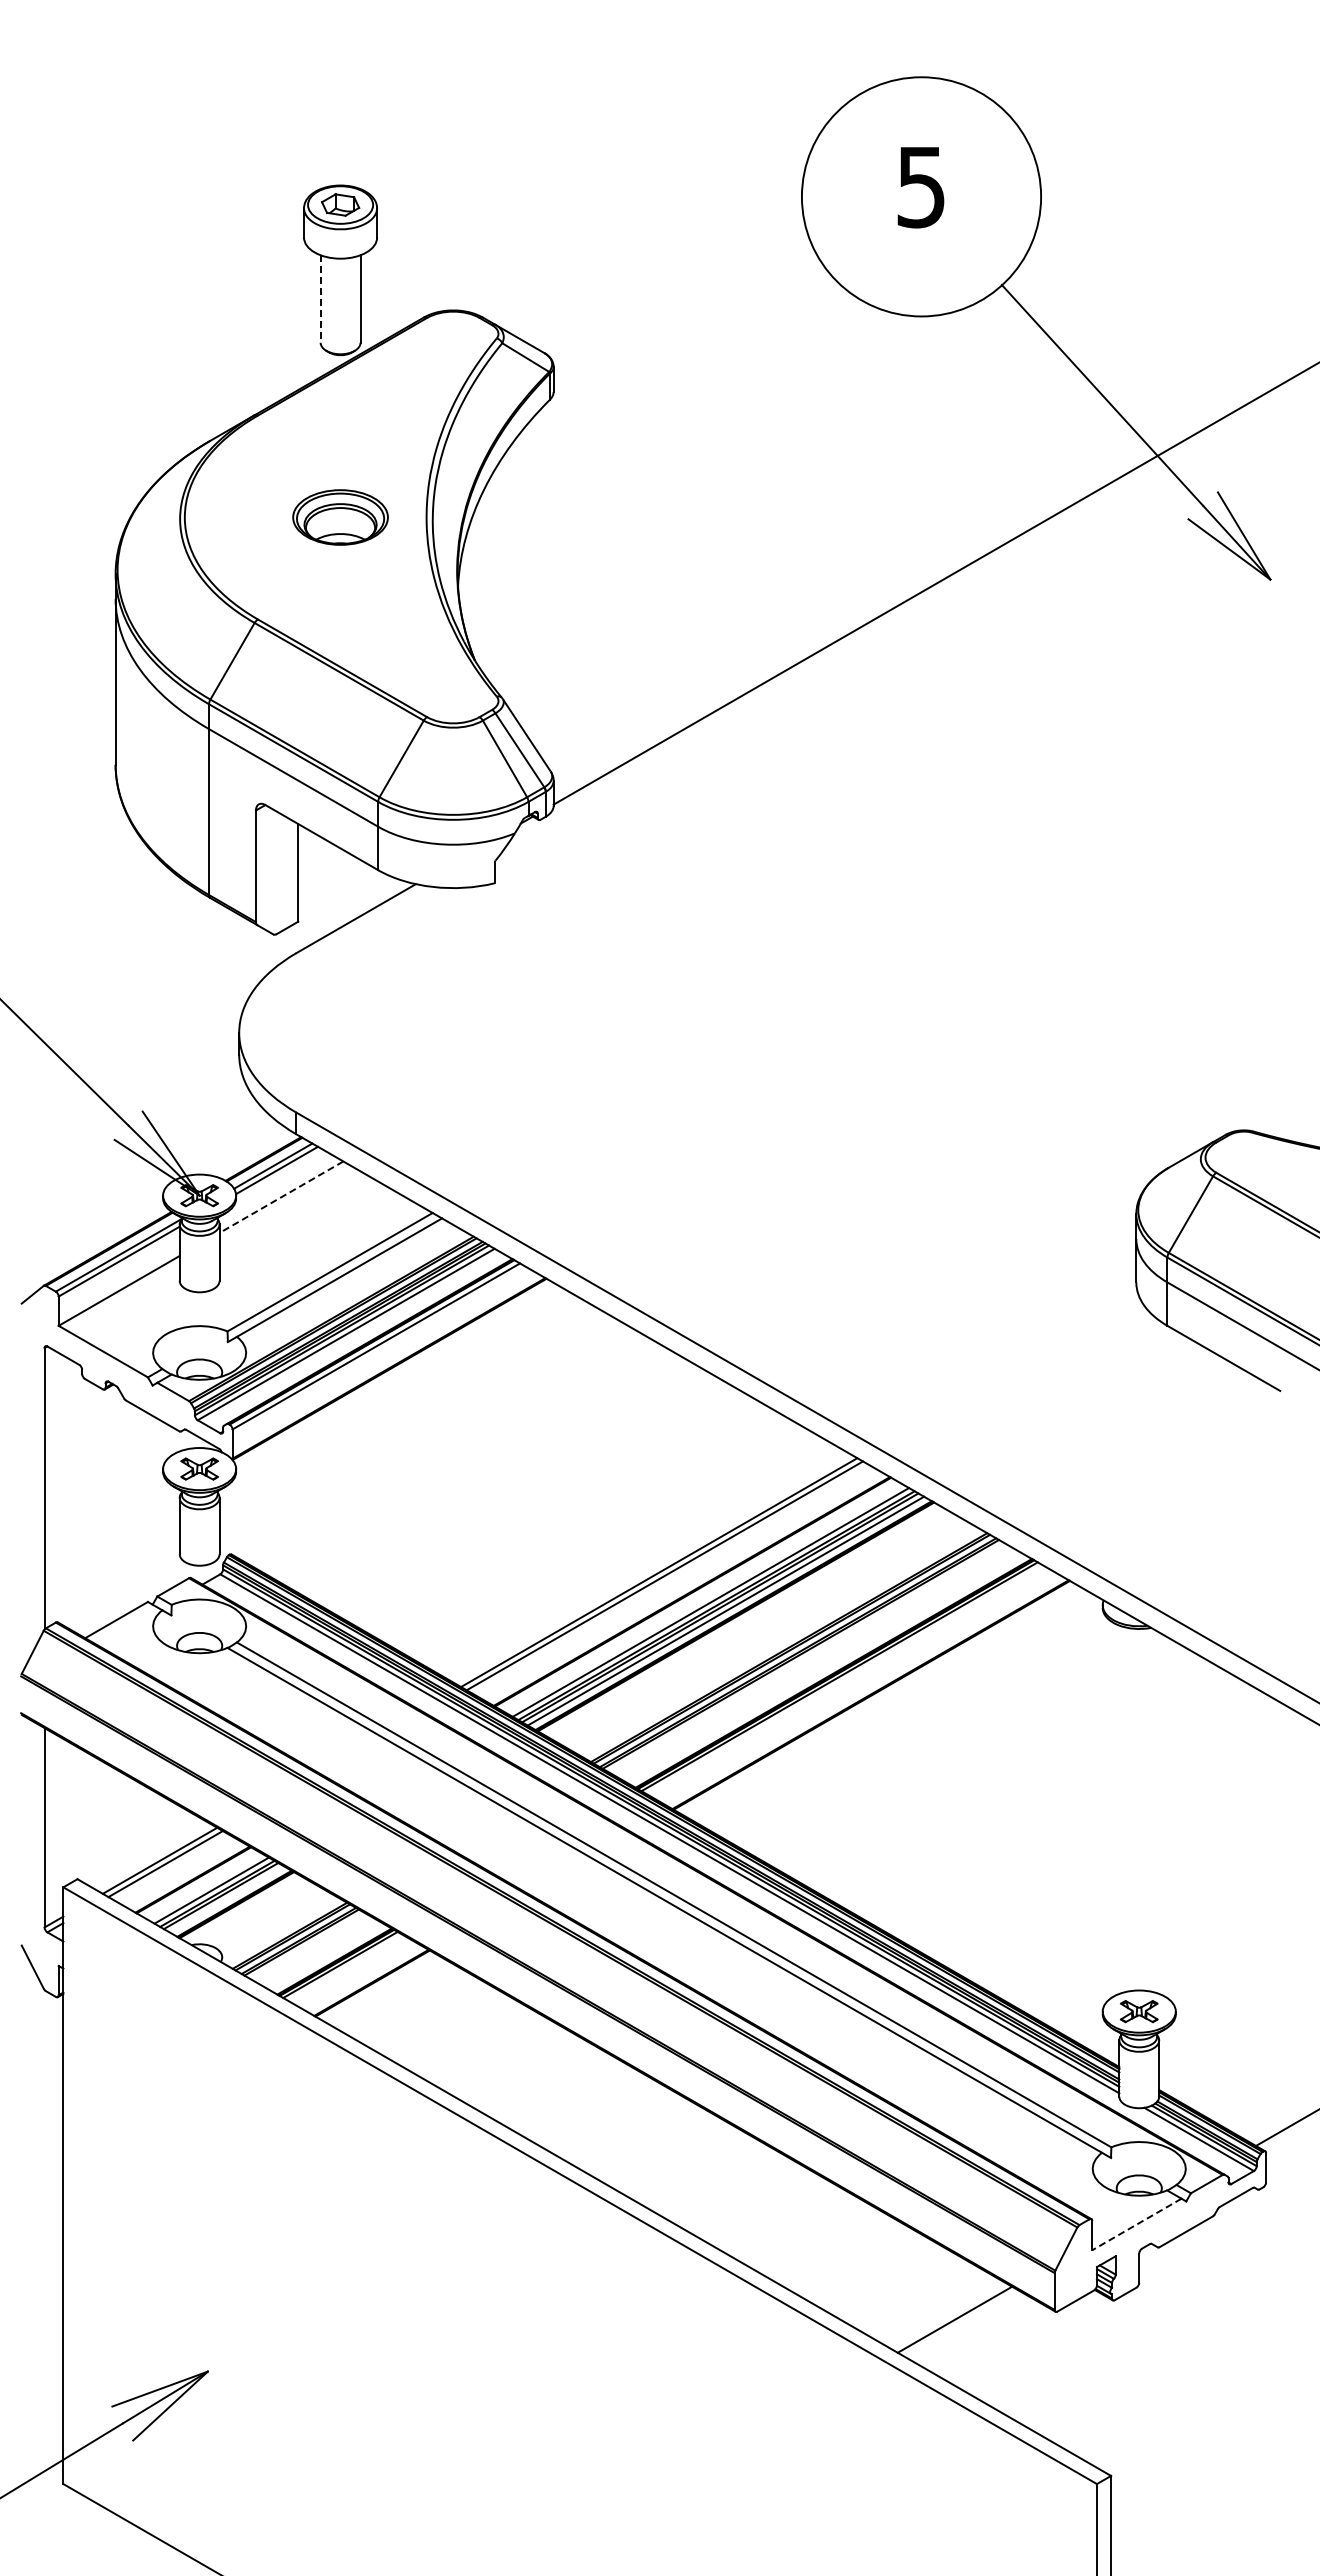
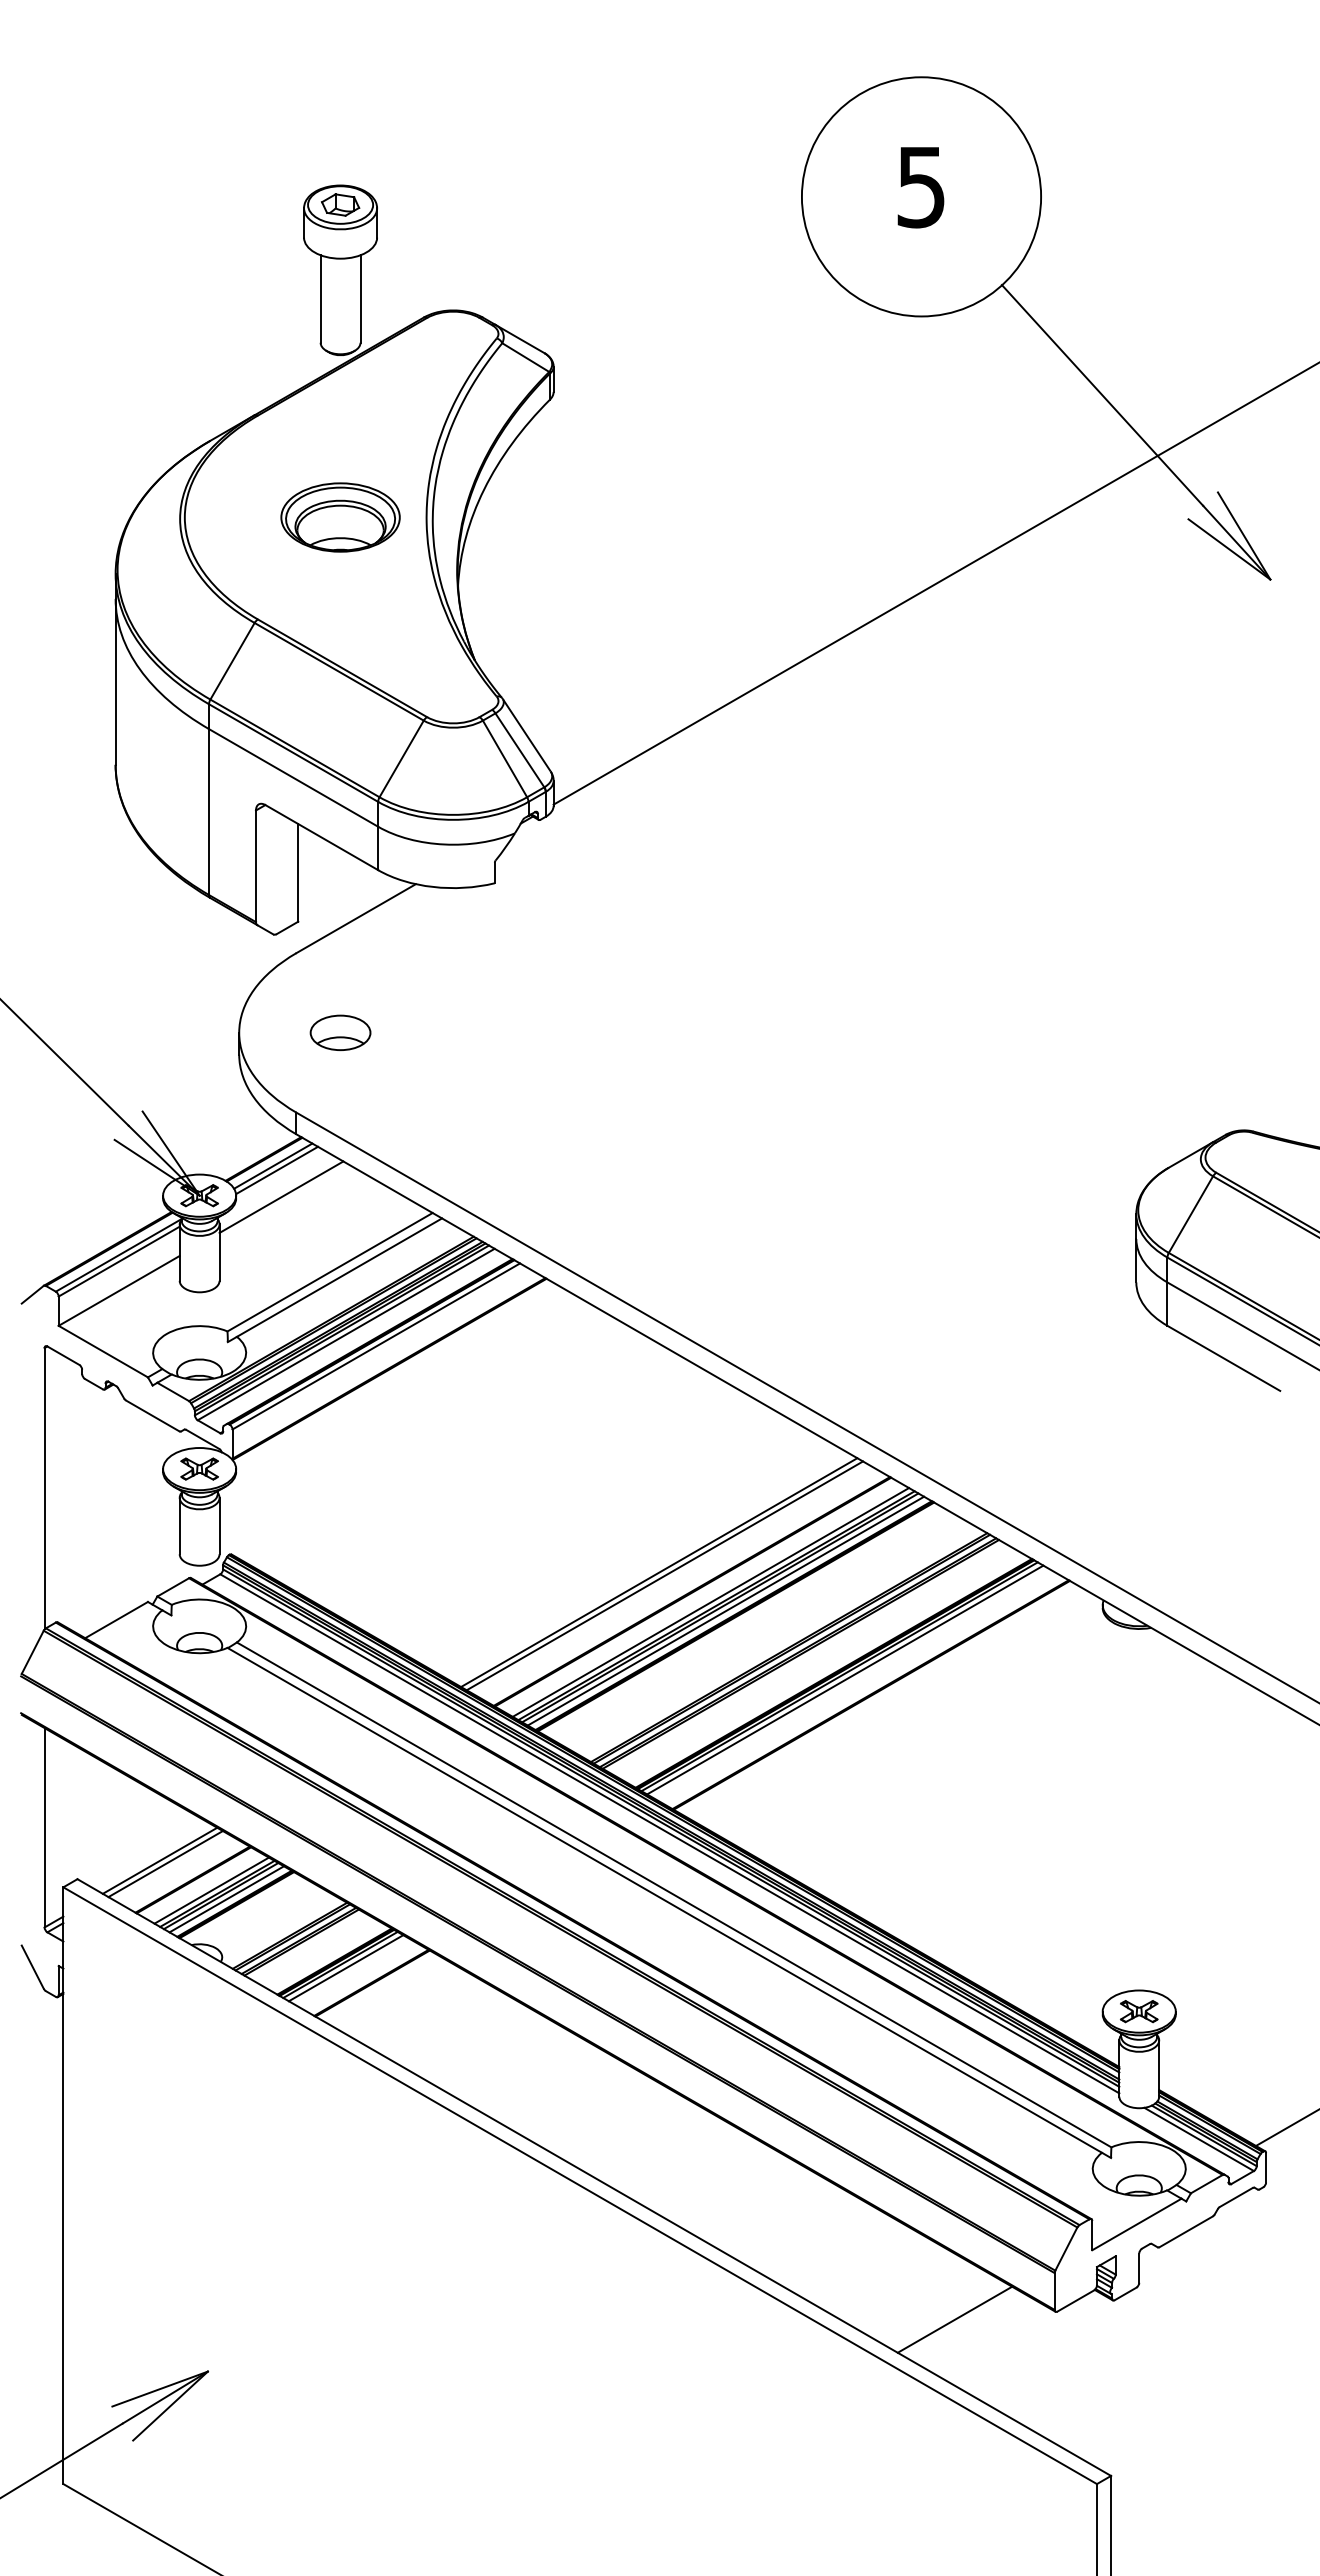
line at (320, 299): dashed -> solid
part at (340, 517) size: 97x57 px -> 121x71 px
part at (340, 1032): none -> present
line at (281, 1197): dashed -> solid
line at (845, 1679): none -> present
line at (226, 1899): none -> present
line at (345, 1968): none -> present
line at (1136, 2224): dashed -> solid
